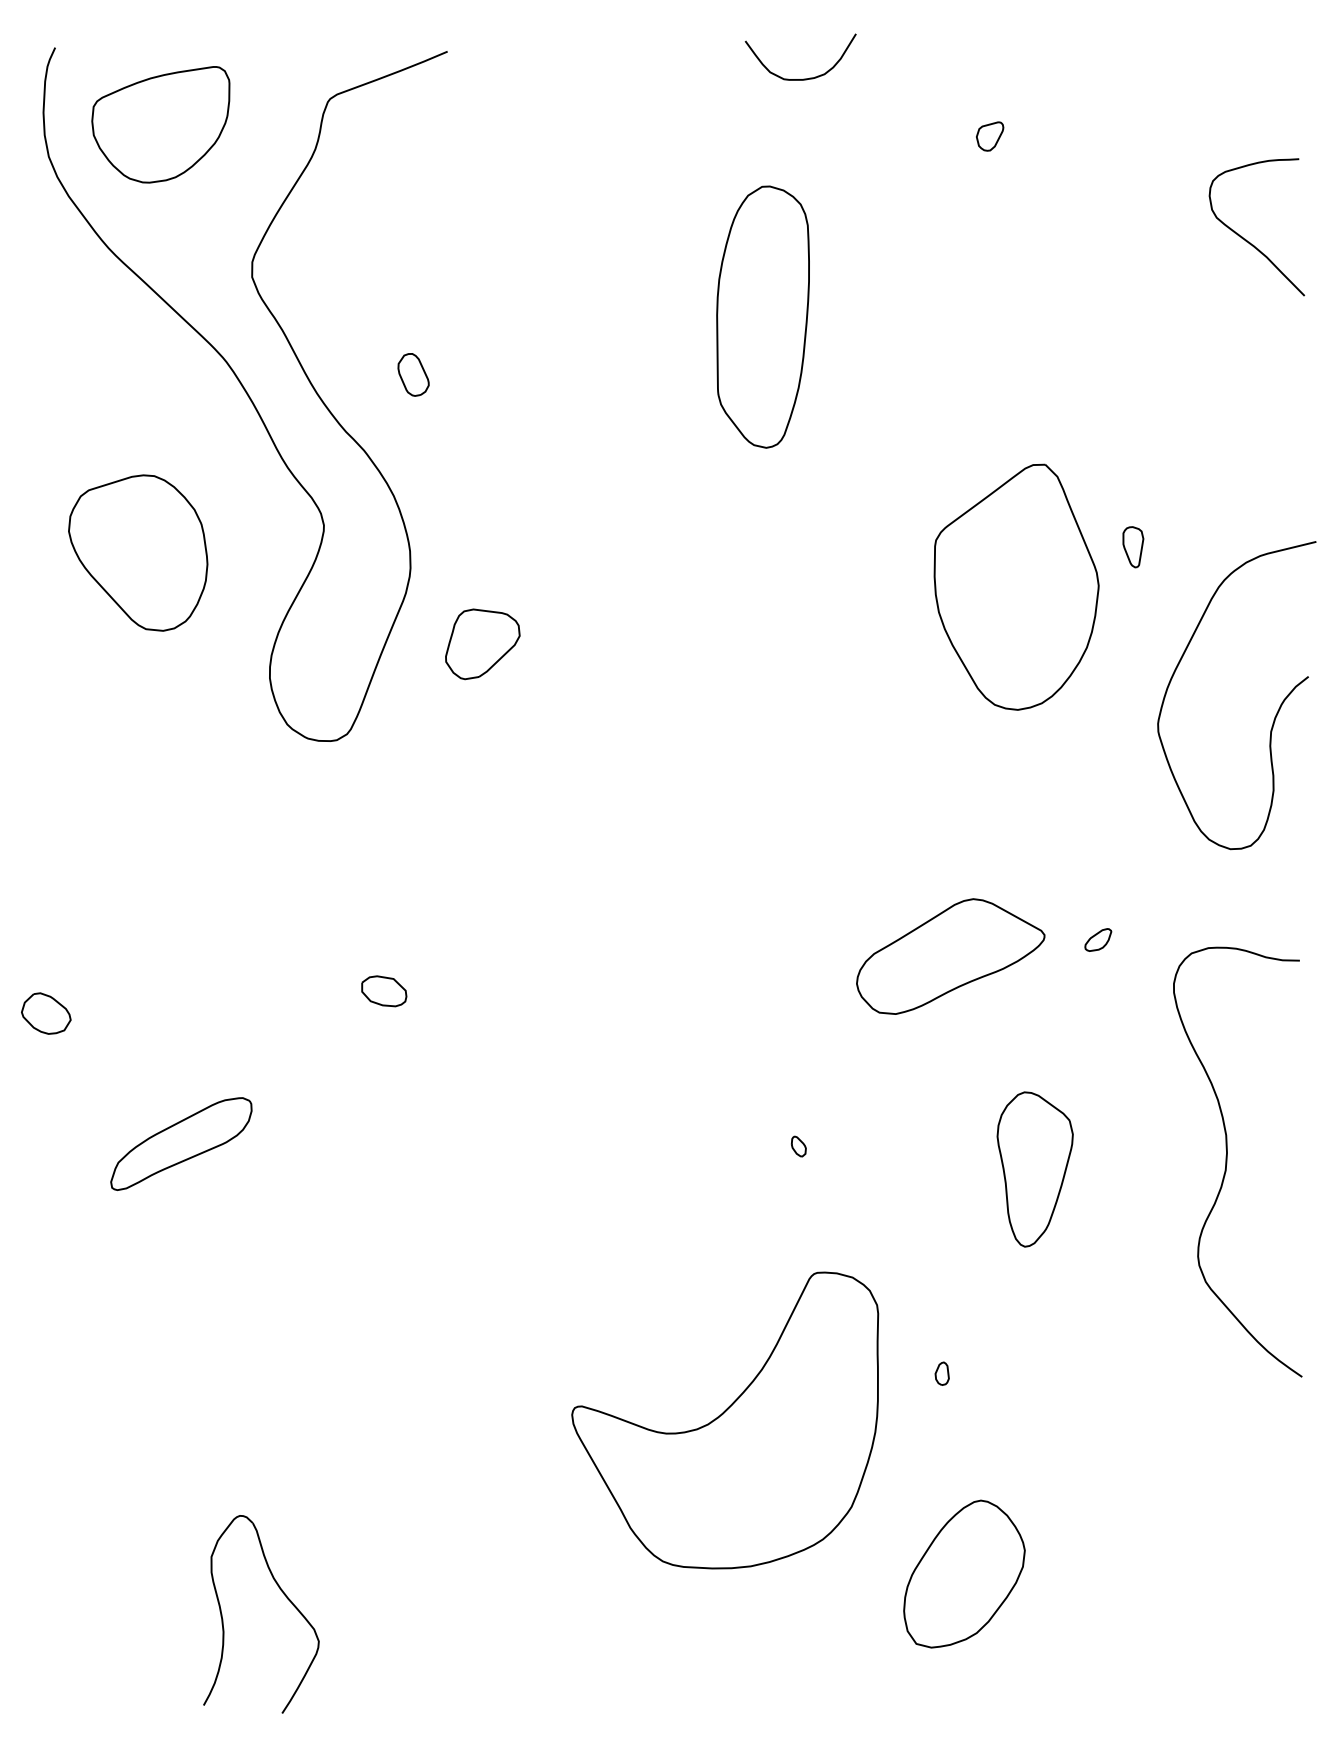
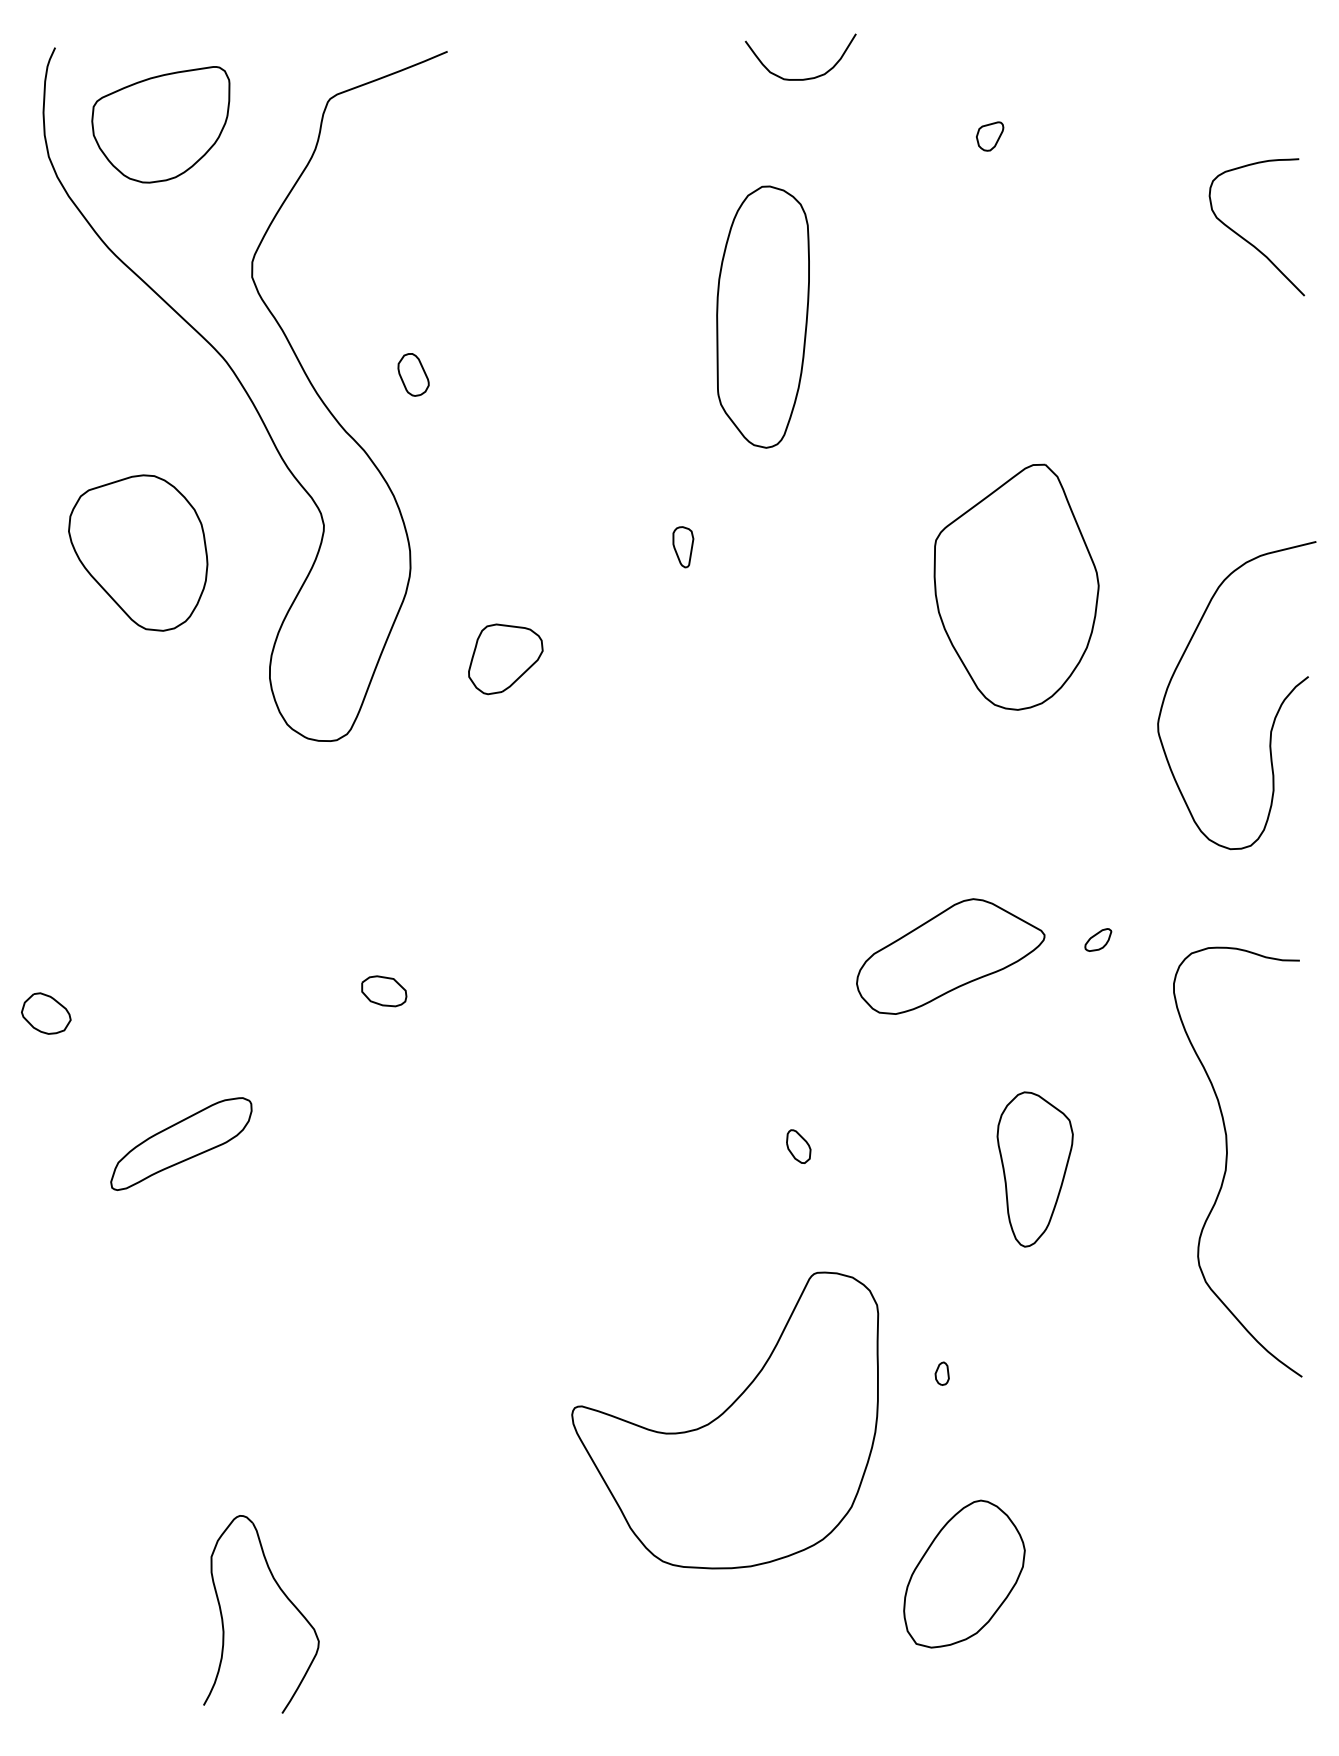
part at (1133, 547) position: (1133, 547) -> (683, 547)
part at (482, 644) position: (482, 644) -> (505, 659)
part at (798, 1146) size: 16x23 px -> 26x35 px
